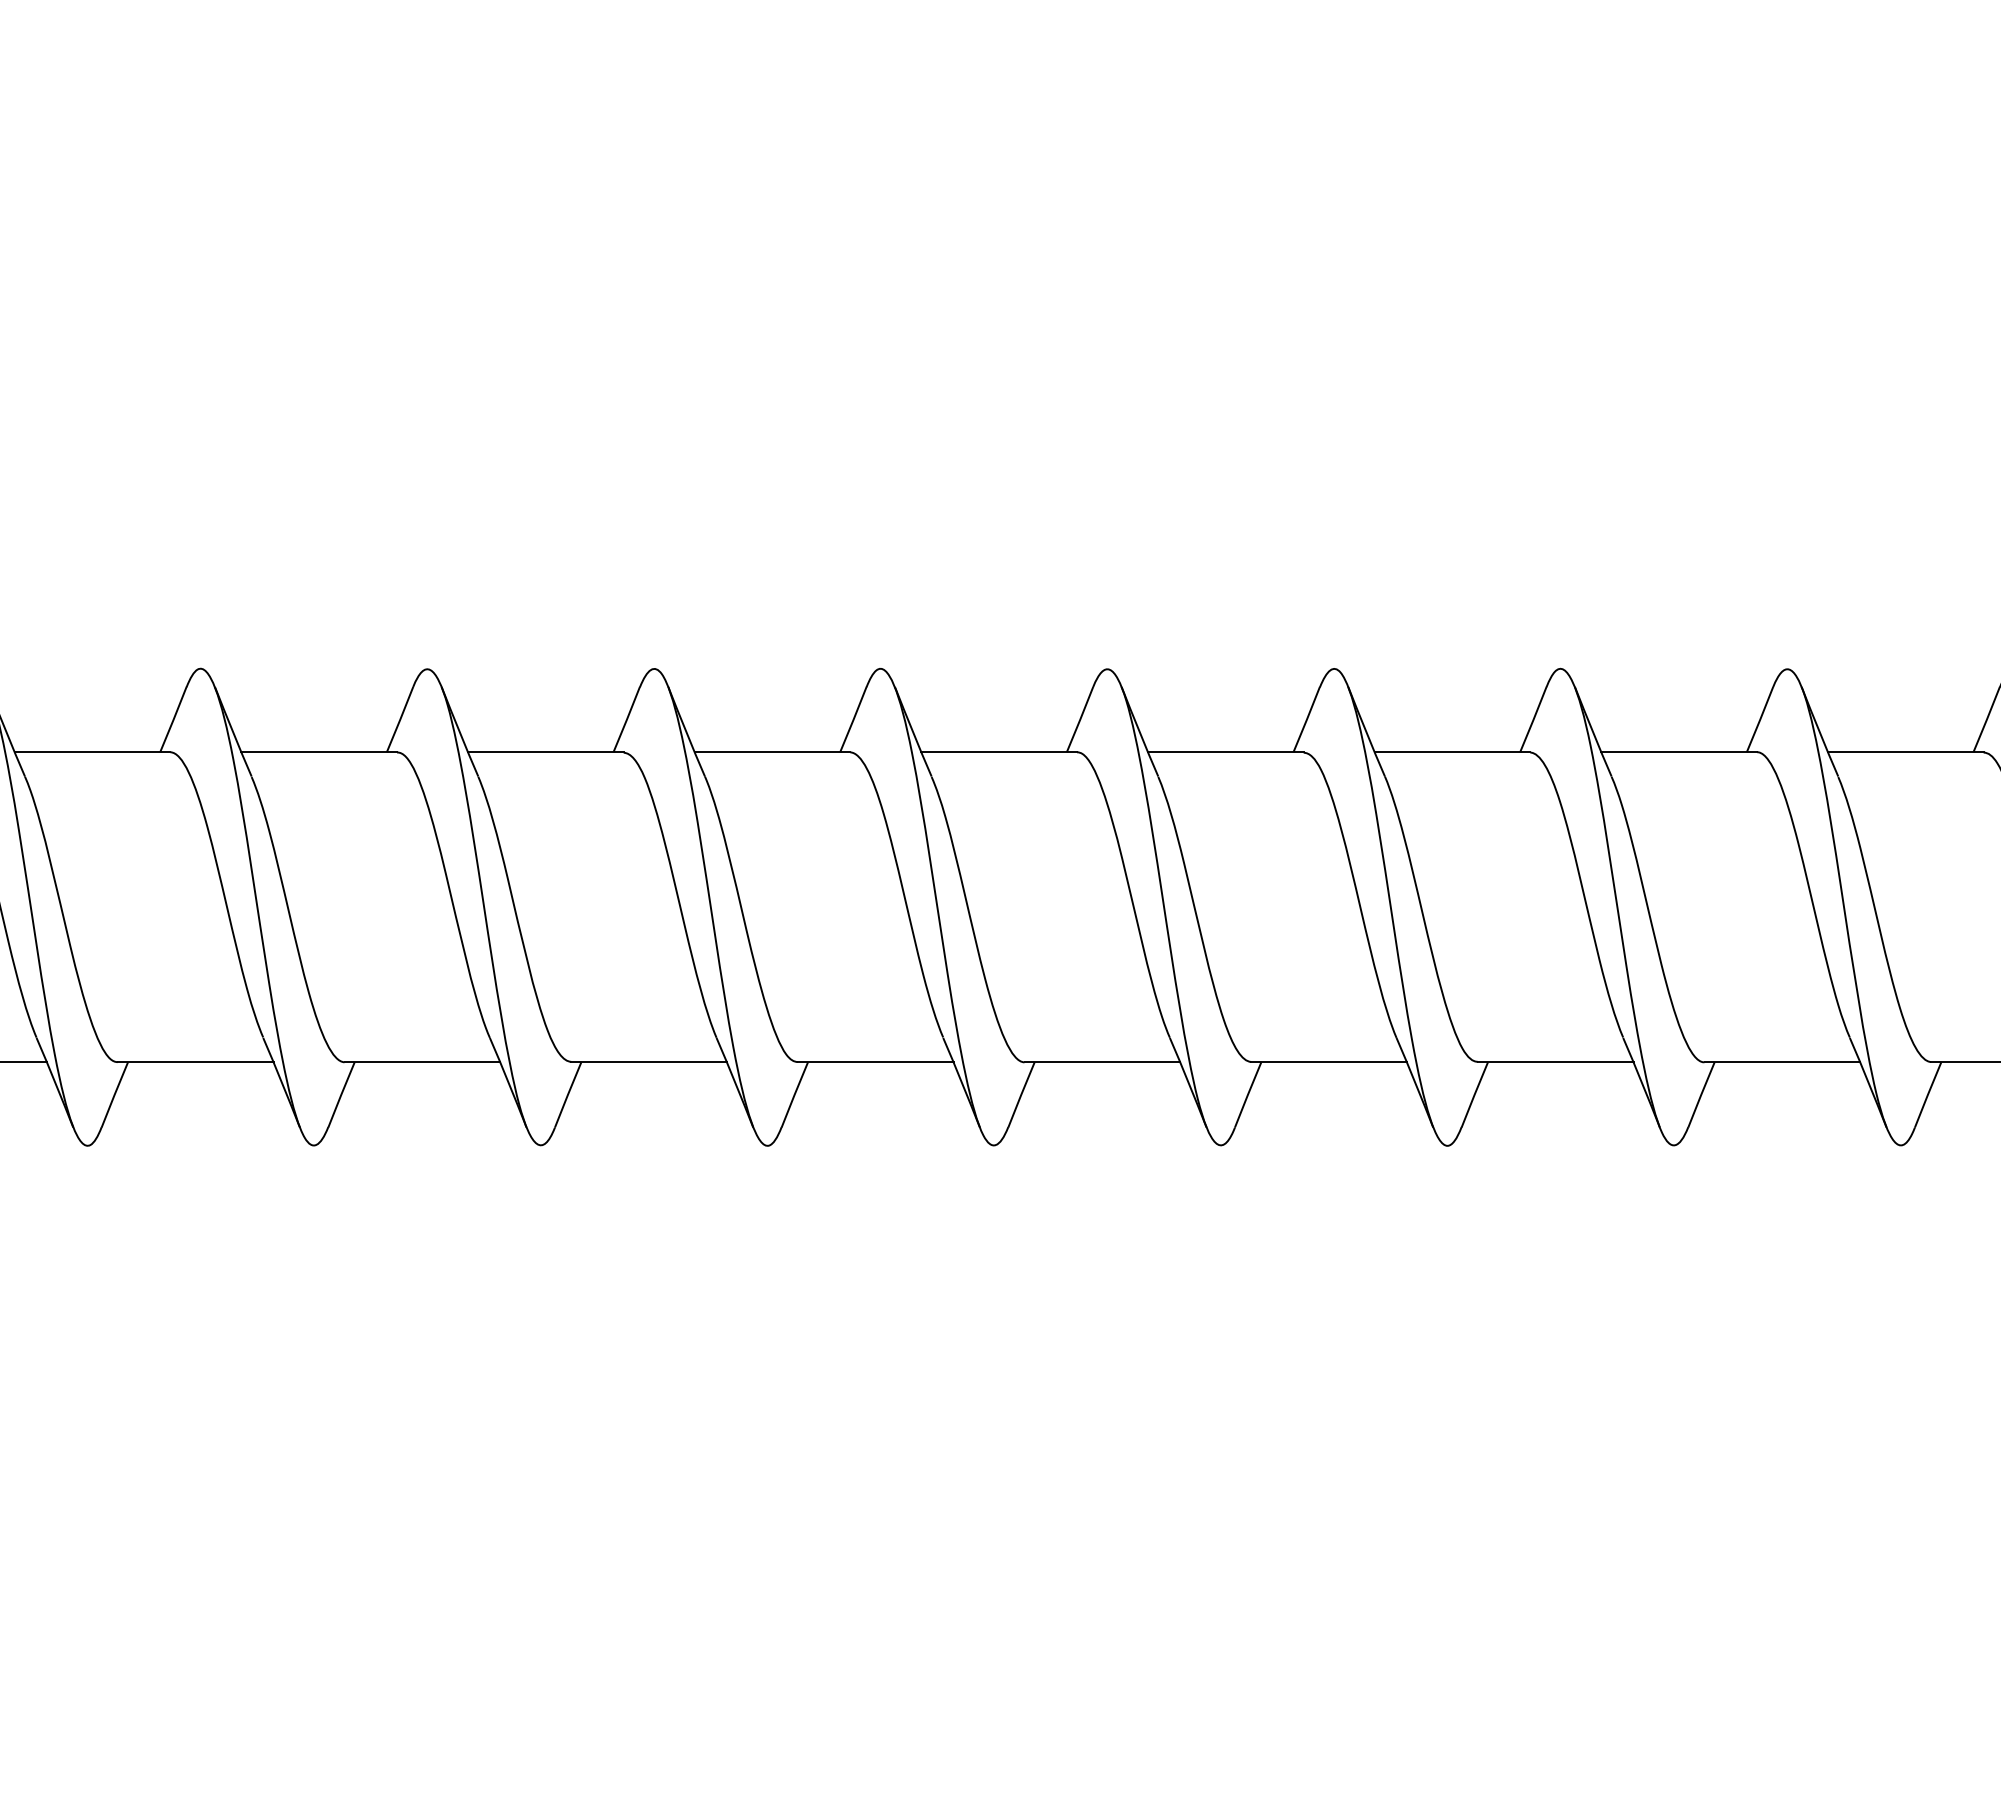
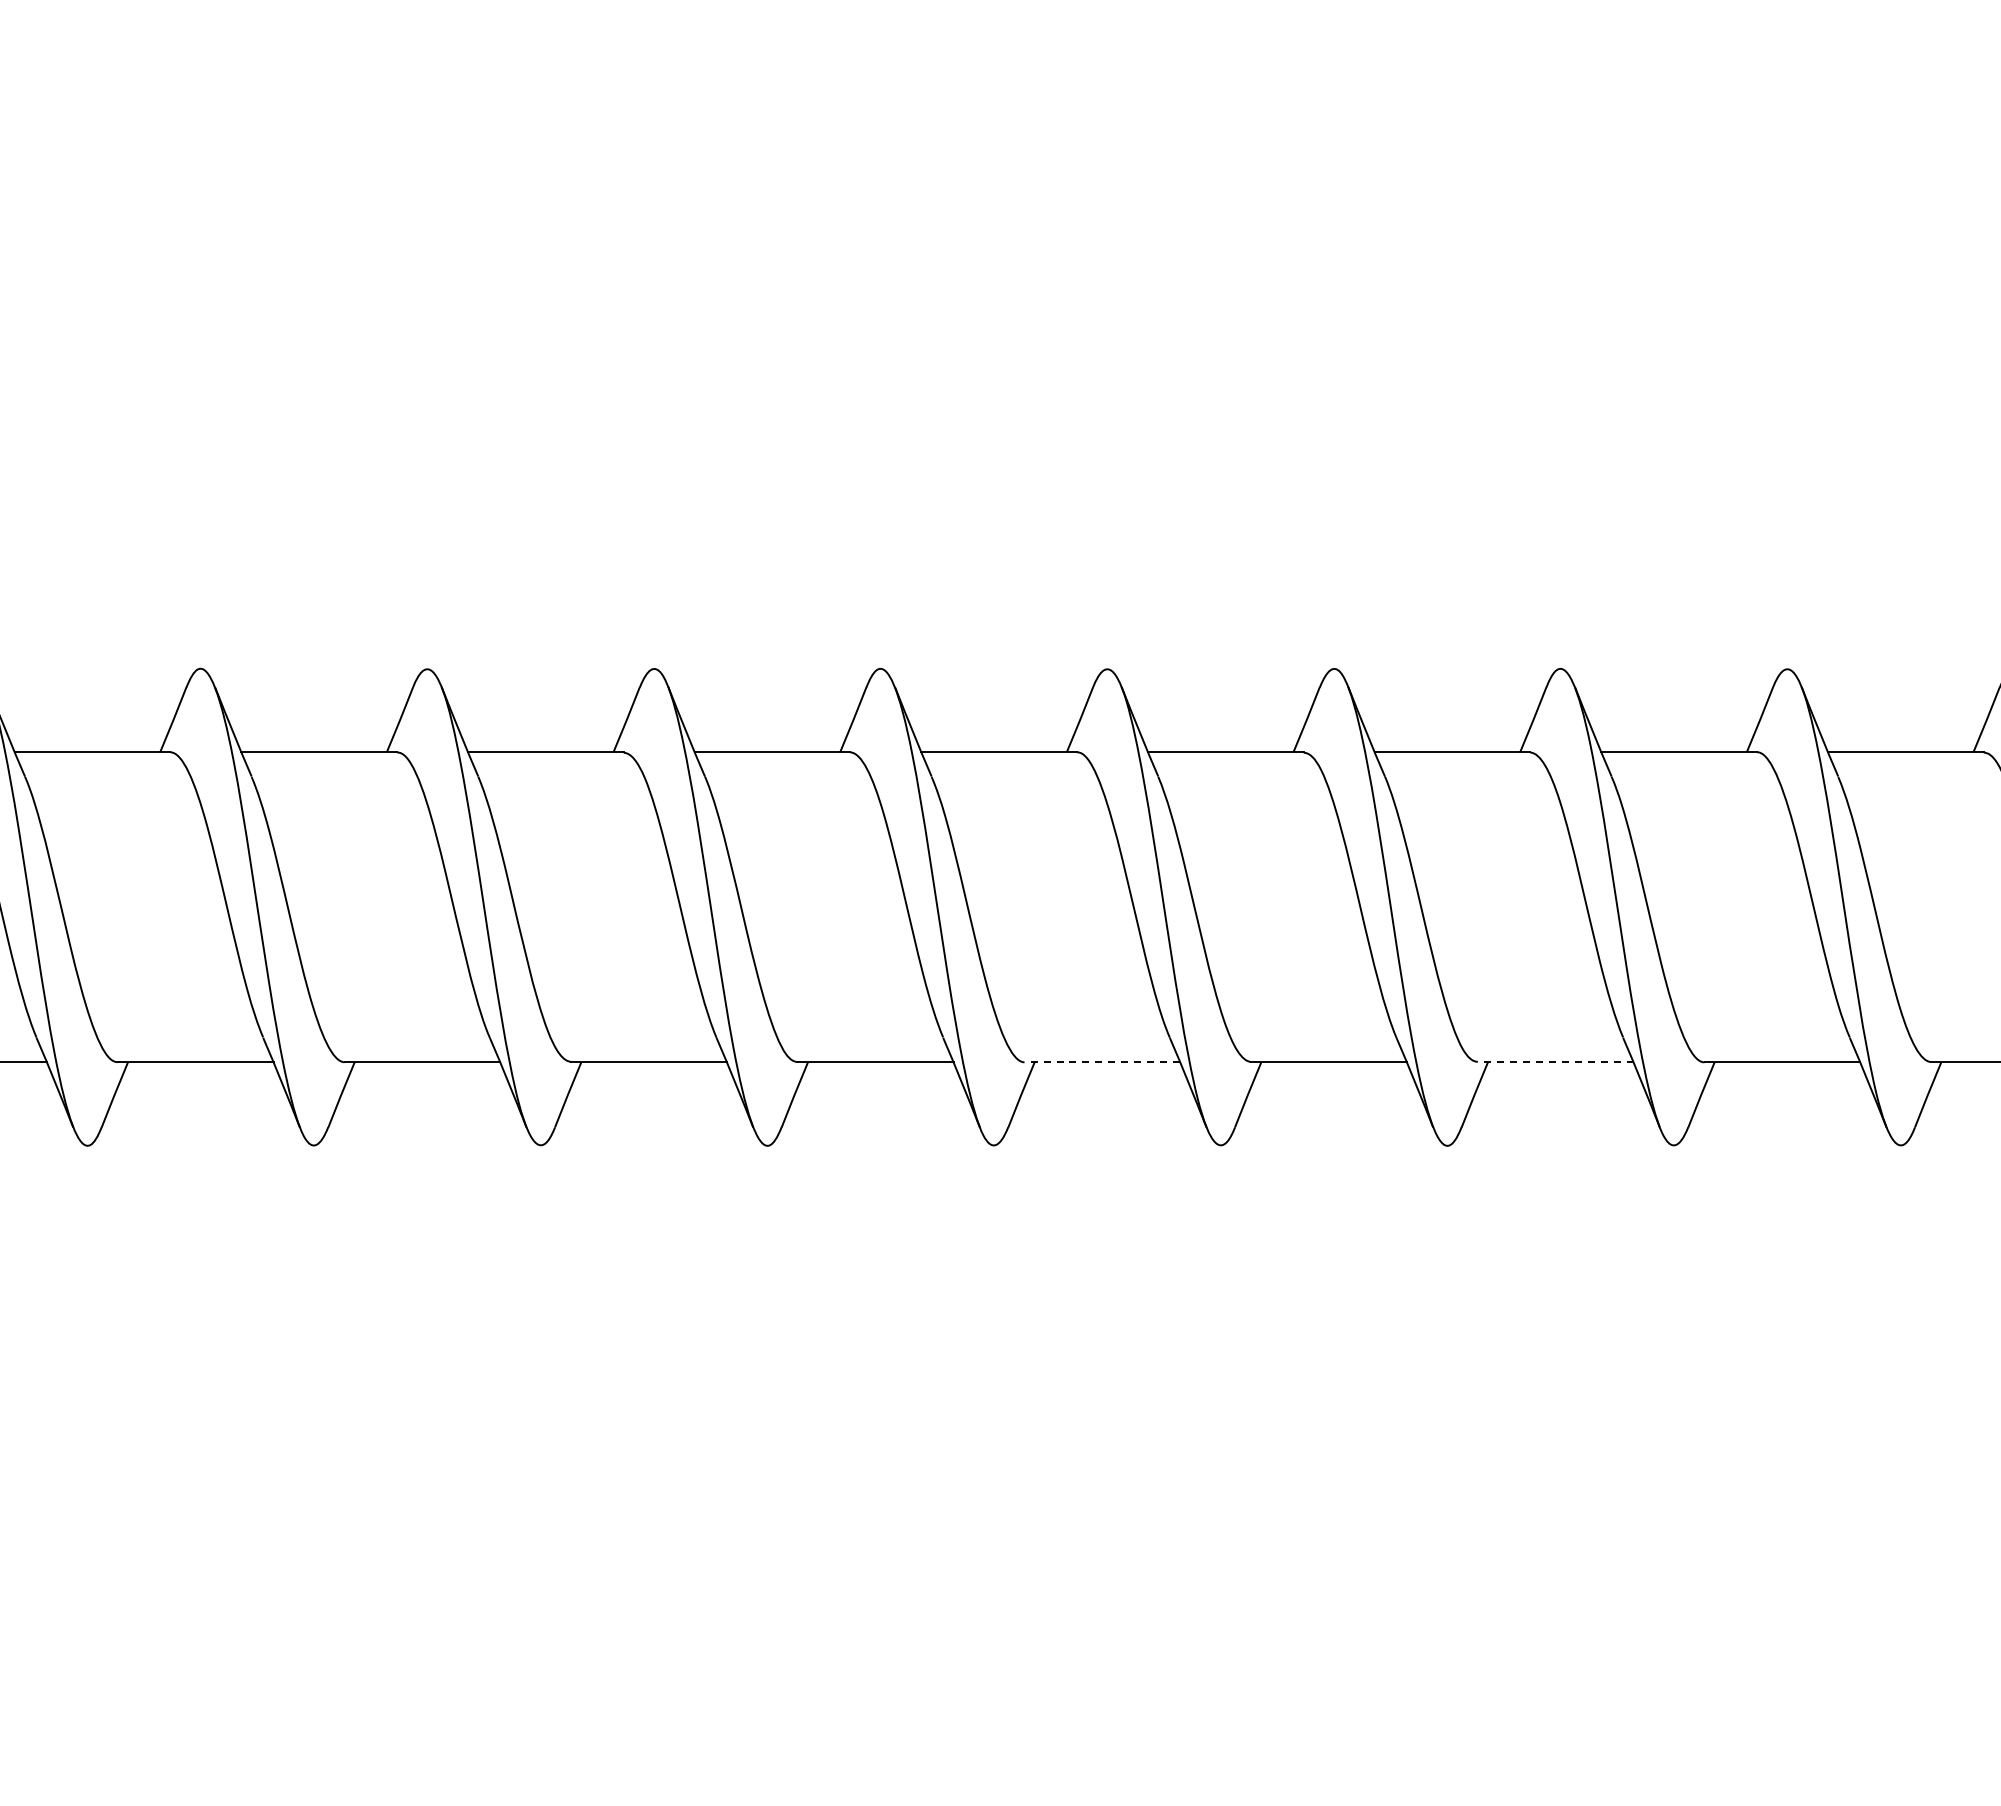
line at (1102, 1062): solid -> dashed
line at (1555, 1062): solid -> dashed
